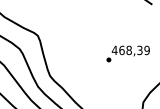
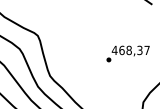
text at (146, 50): 468,39 -> 468,37
